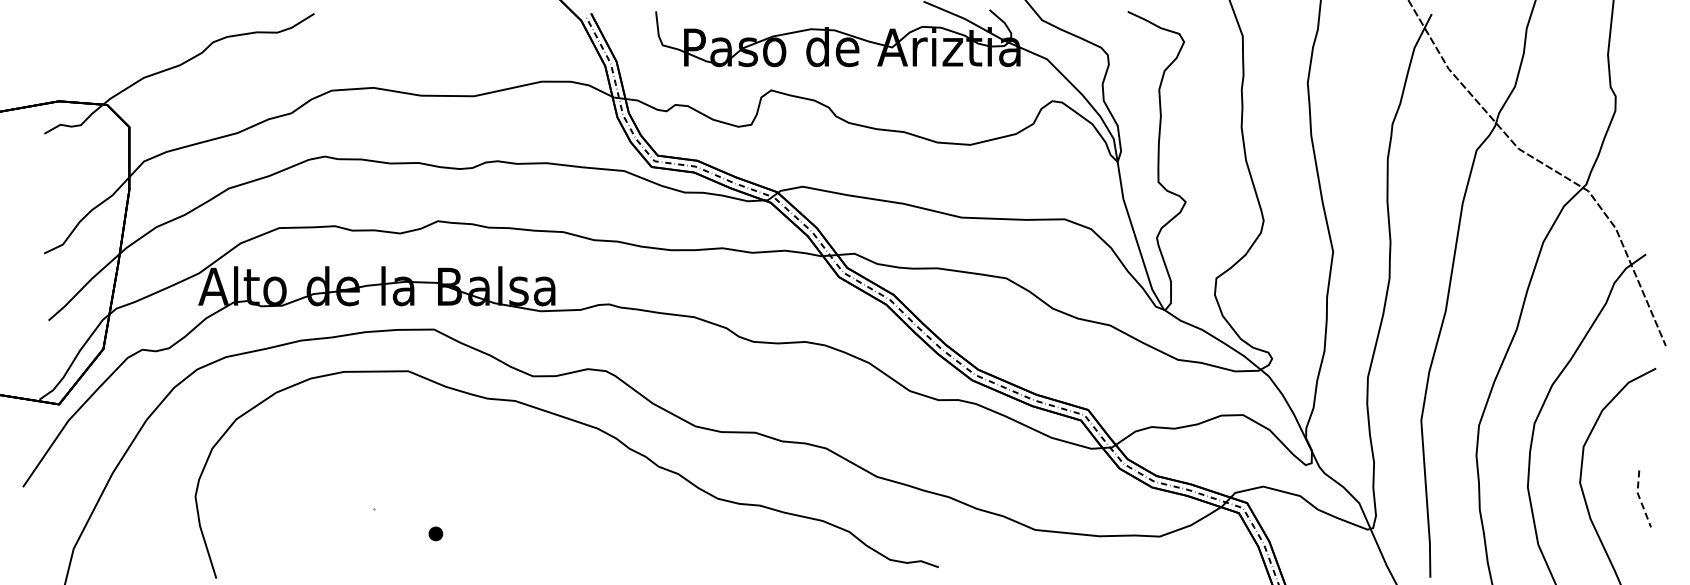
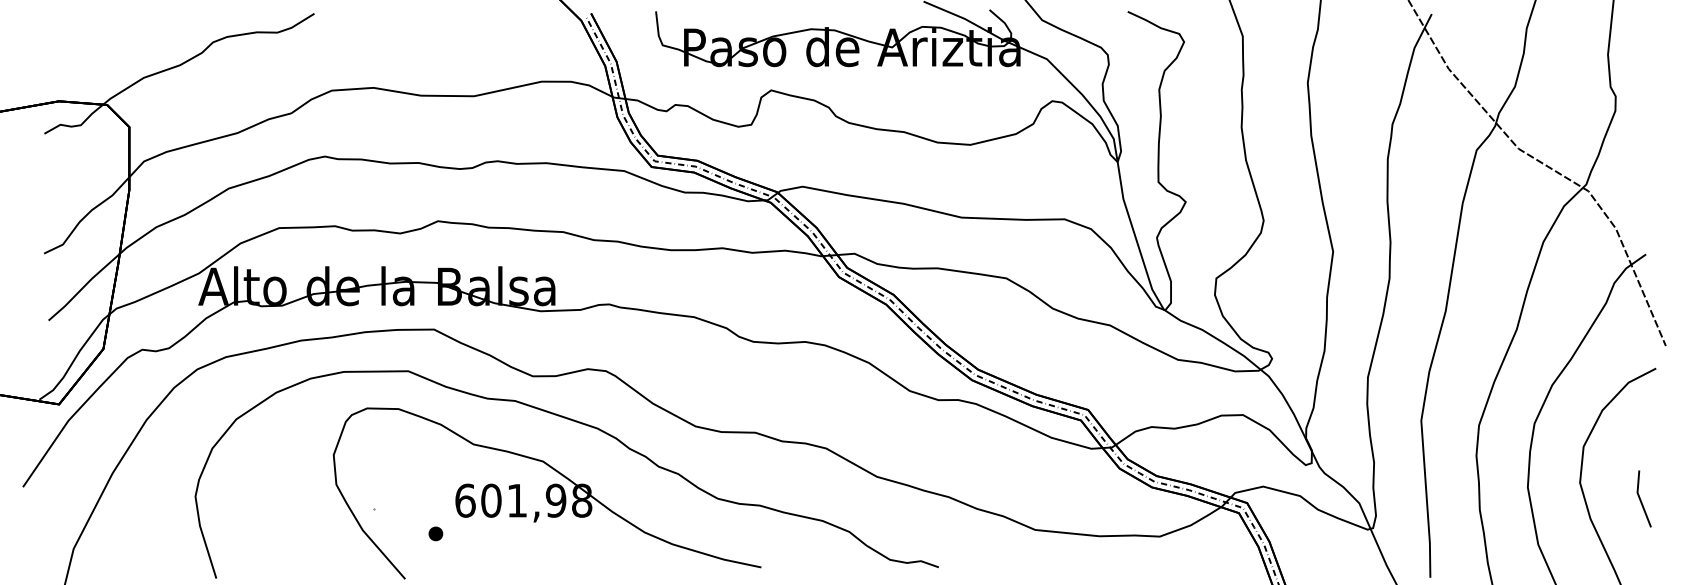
part at (546, 493): none -> present
line at (1640, 499): dashed -> solid
